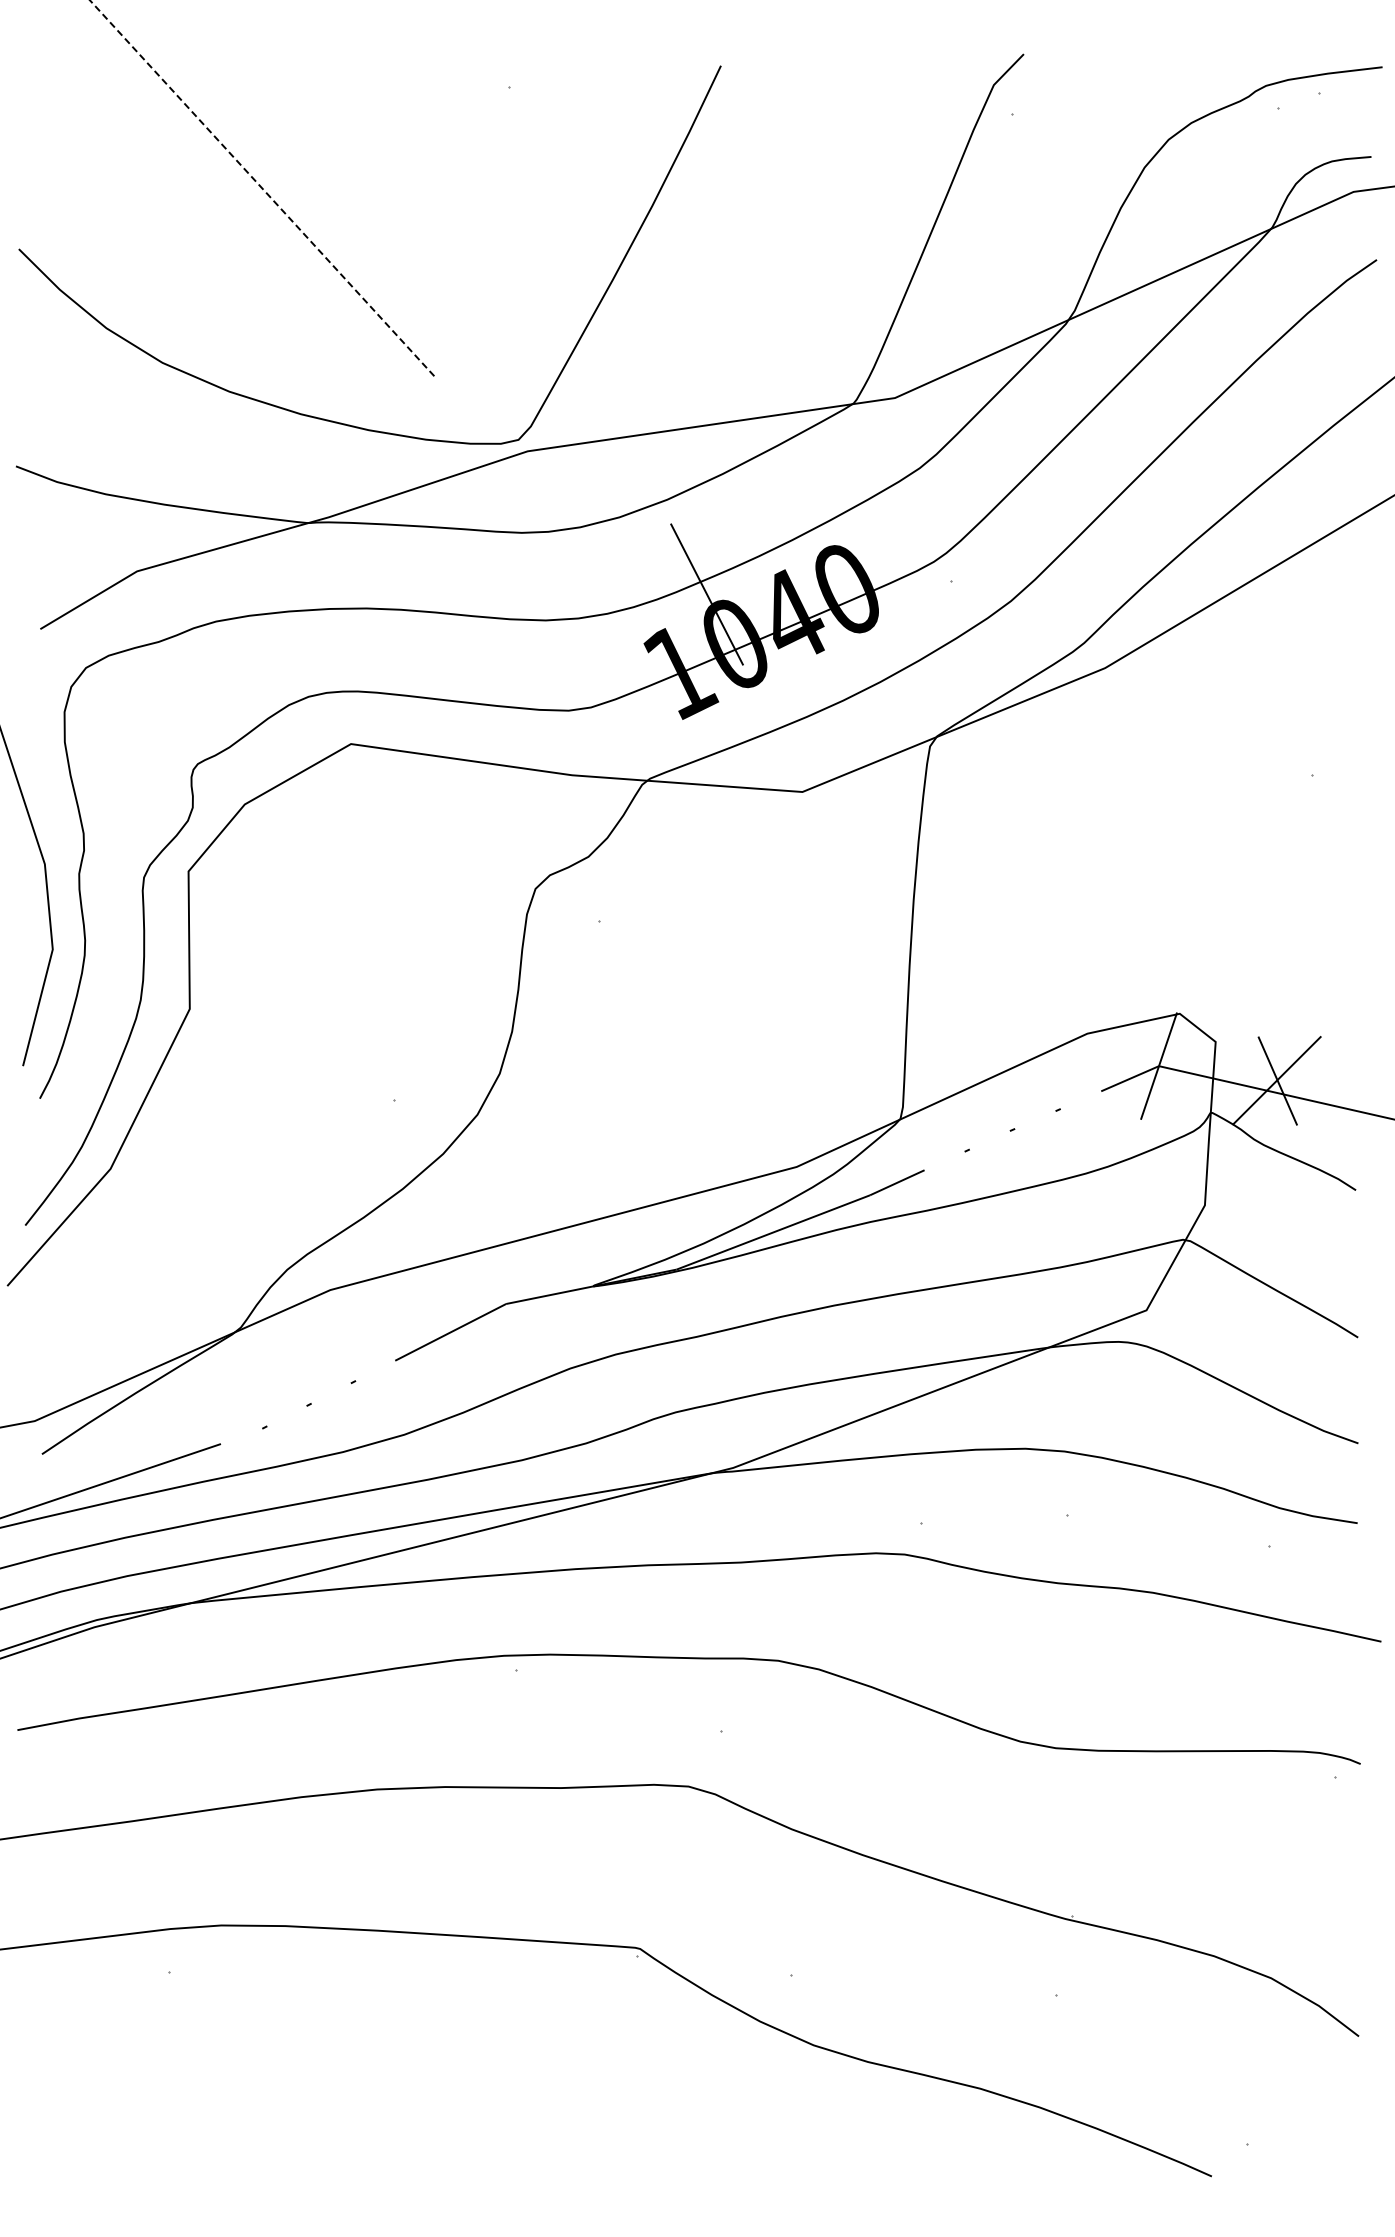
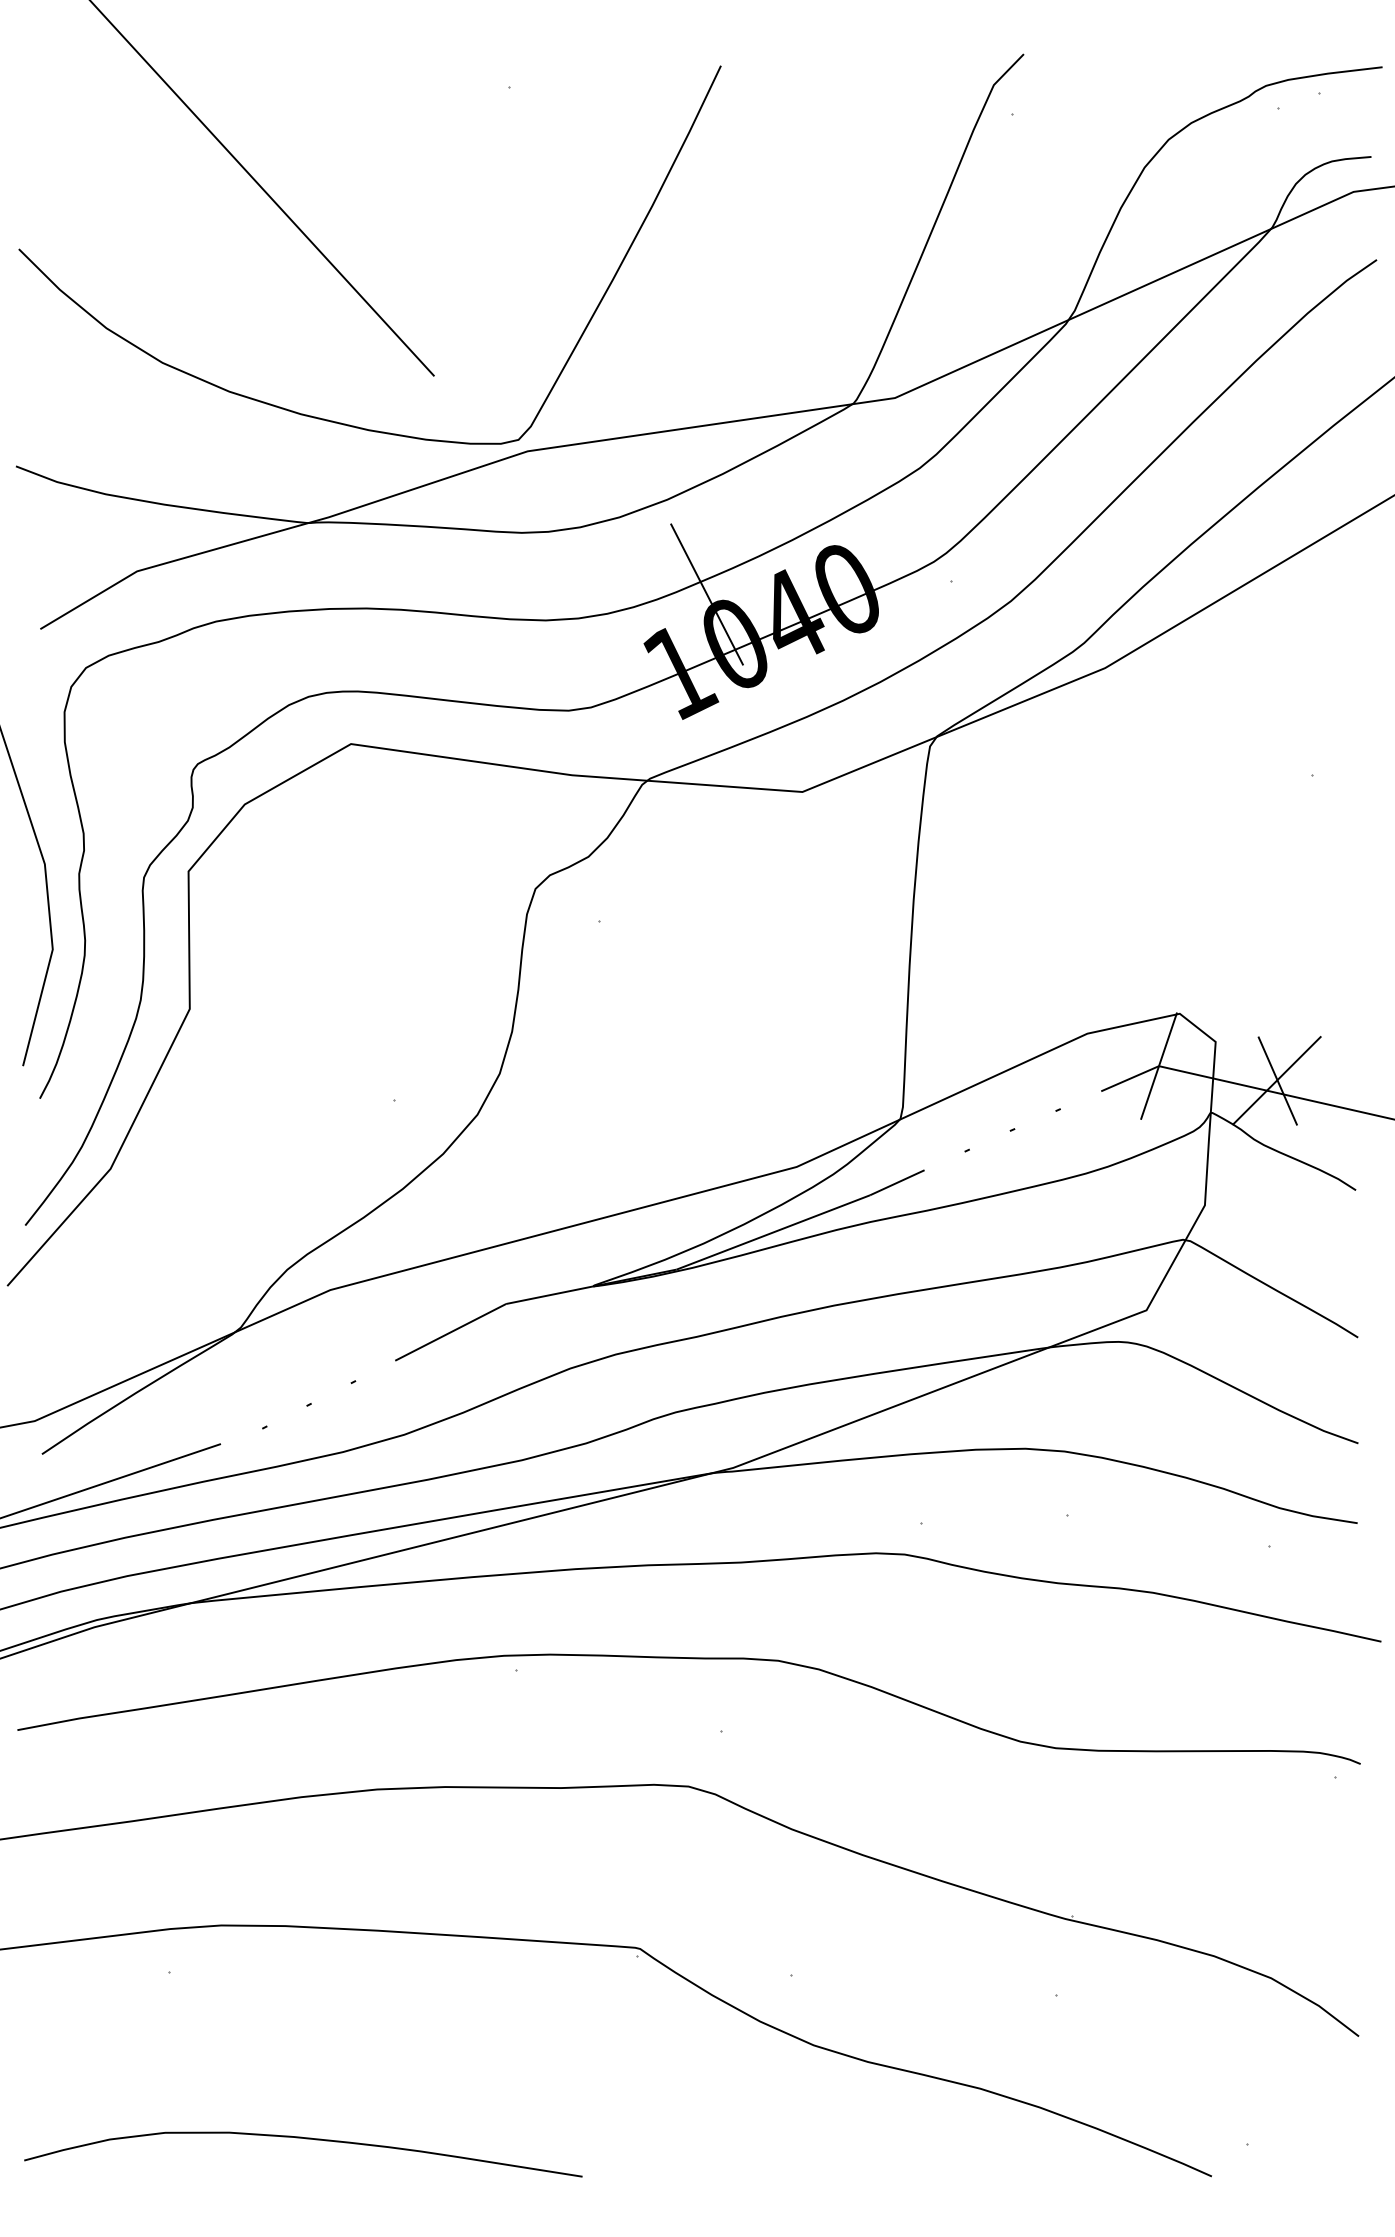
line at (262, 188): dashed -> solid
curve at (305, 2139): none -> present
